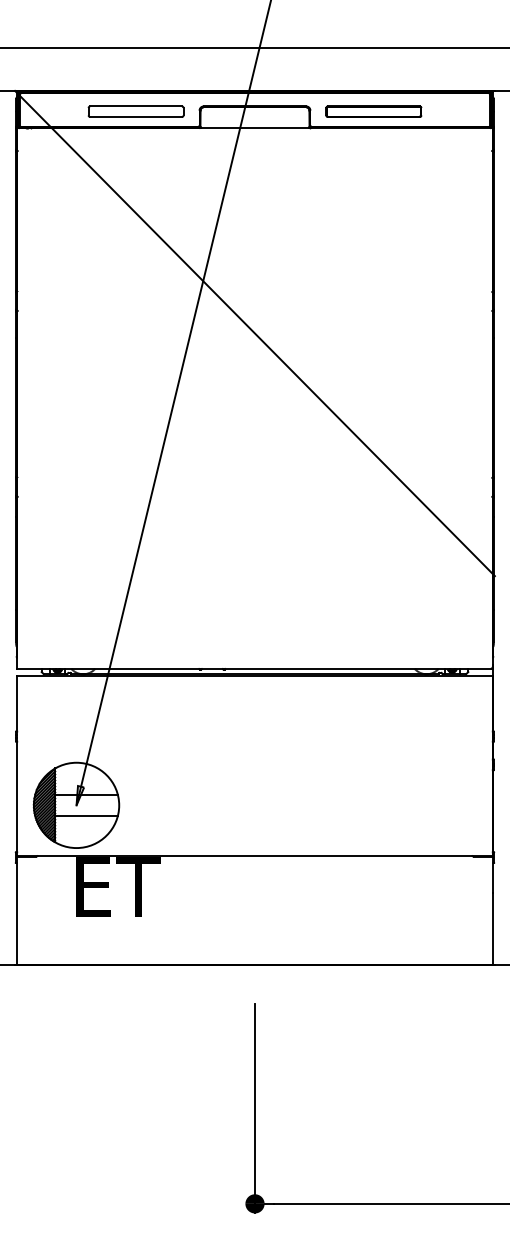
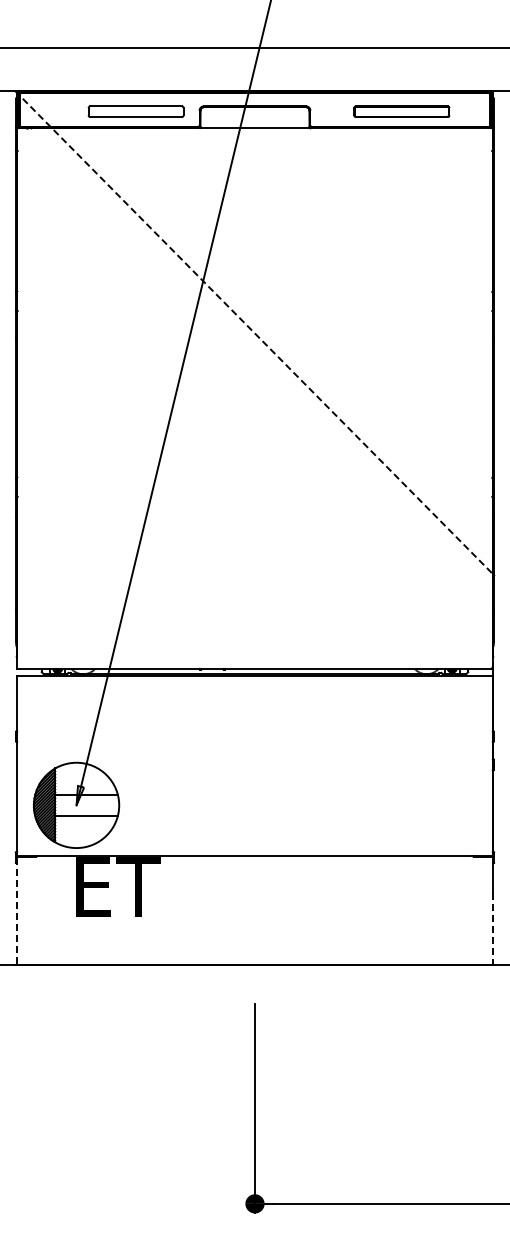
part at (373, 111) position: (373, 111) -> (401, 111)
line at (255, 333): solid -> dashed
line at (16, 911): solid -> dashed
line at (493, 929): solid -> dashed
